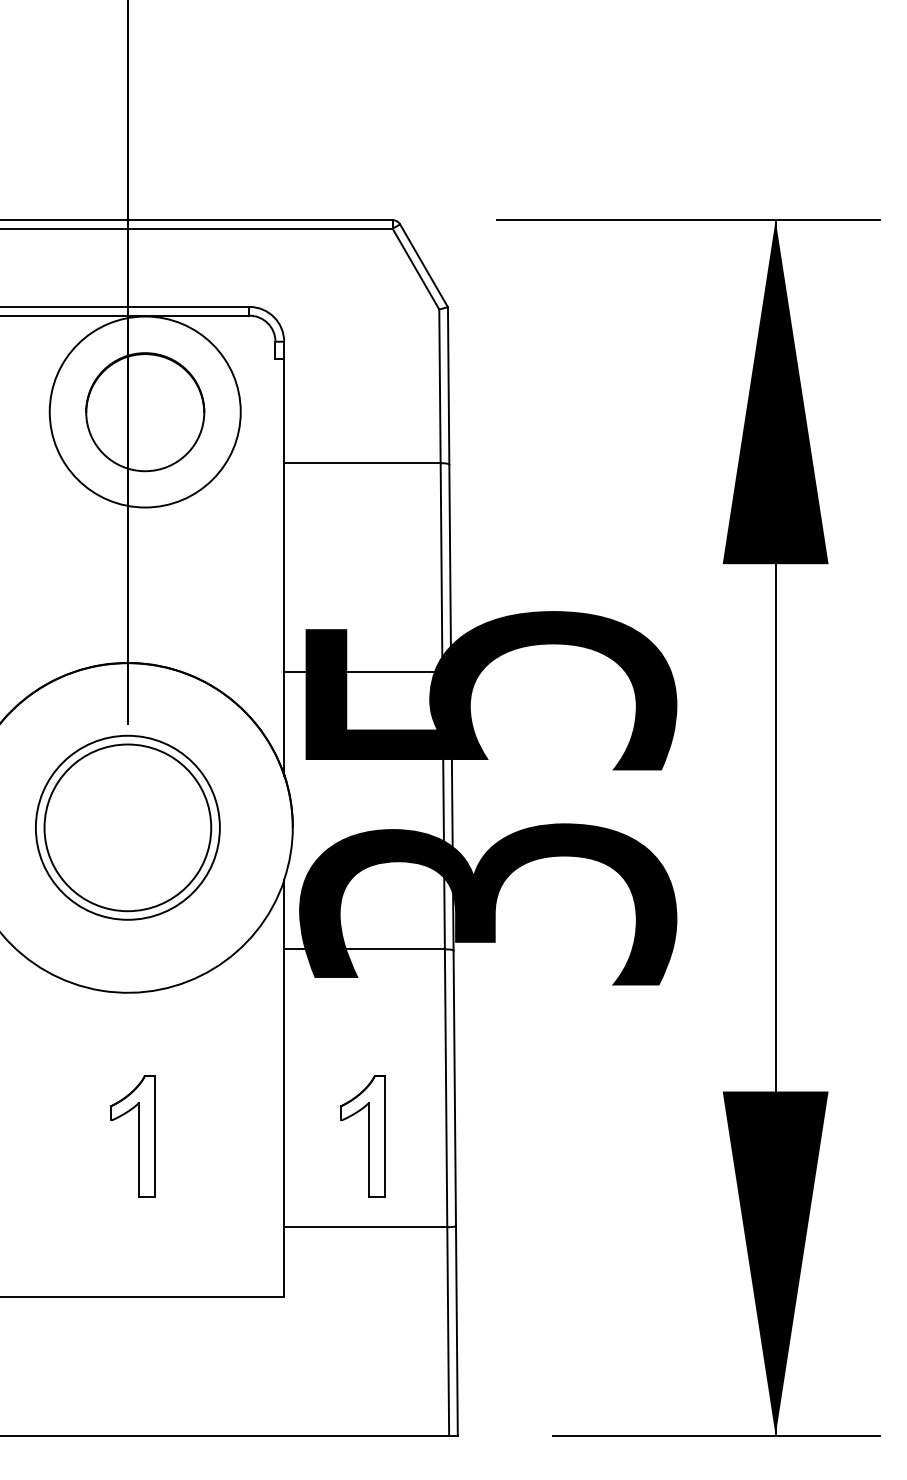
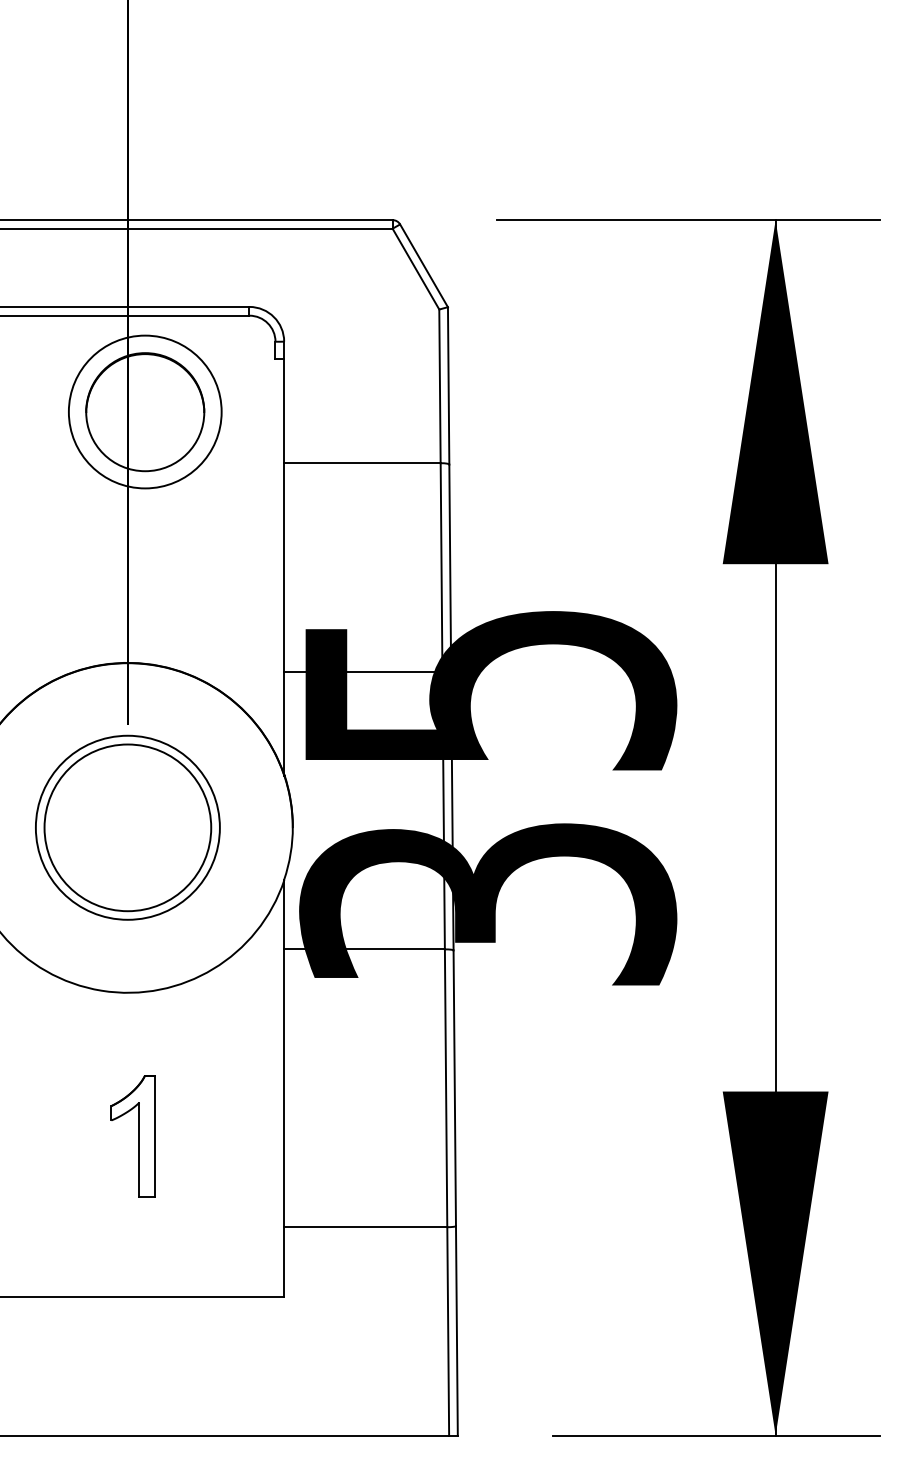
circle at (144, 411) diameter: 191 px -> 153 px
part at (362, 1136): present -> none
